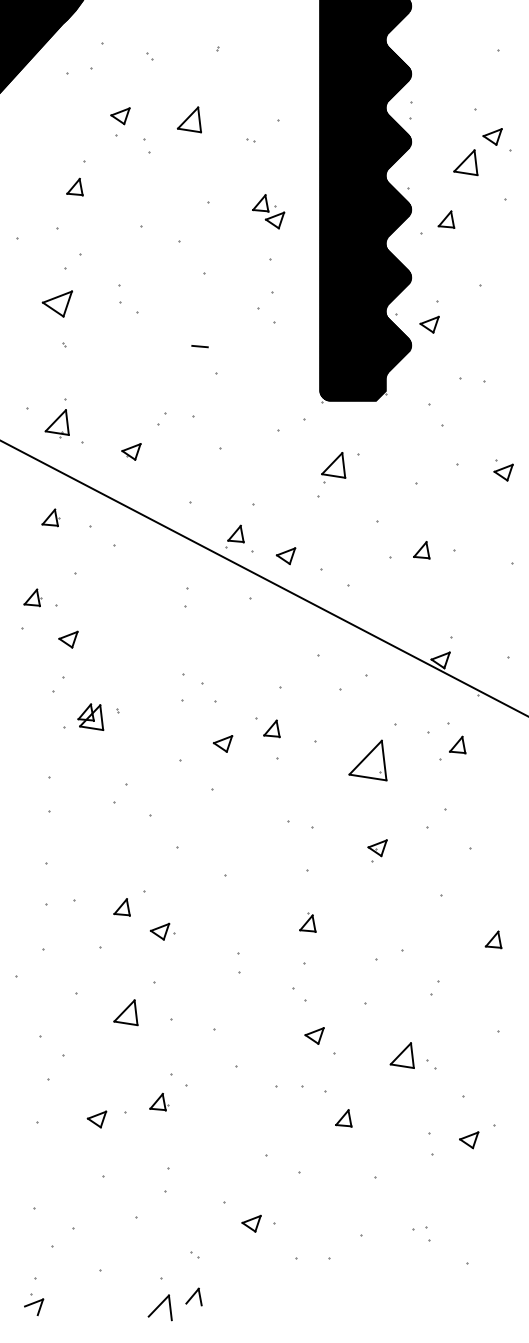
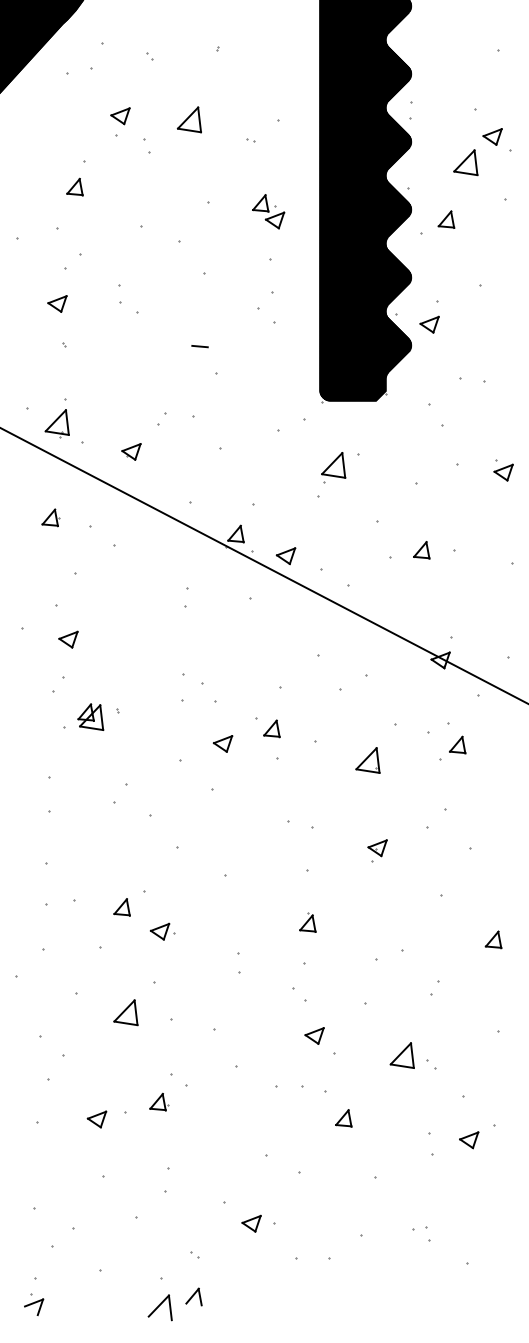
part at (56, 303) size: 32x28 px -> 21x18 px
line at (263, 577) position: (263, 577) -> (263, 565)
part at (32, 597): present -> none
part at (367, 760) size: 40x43 px -> 26x27 px
